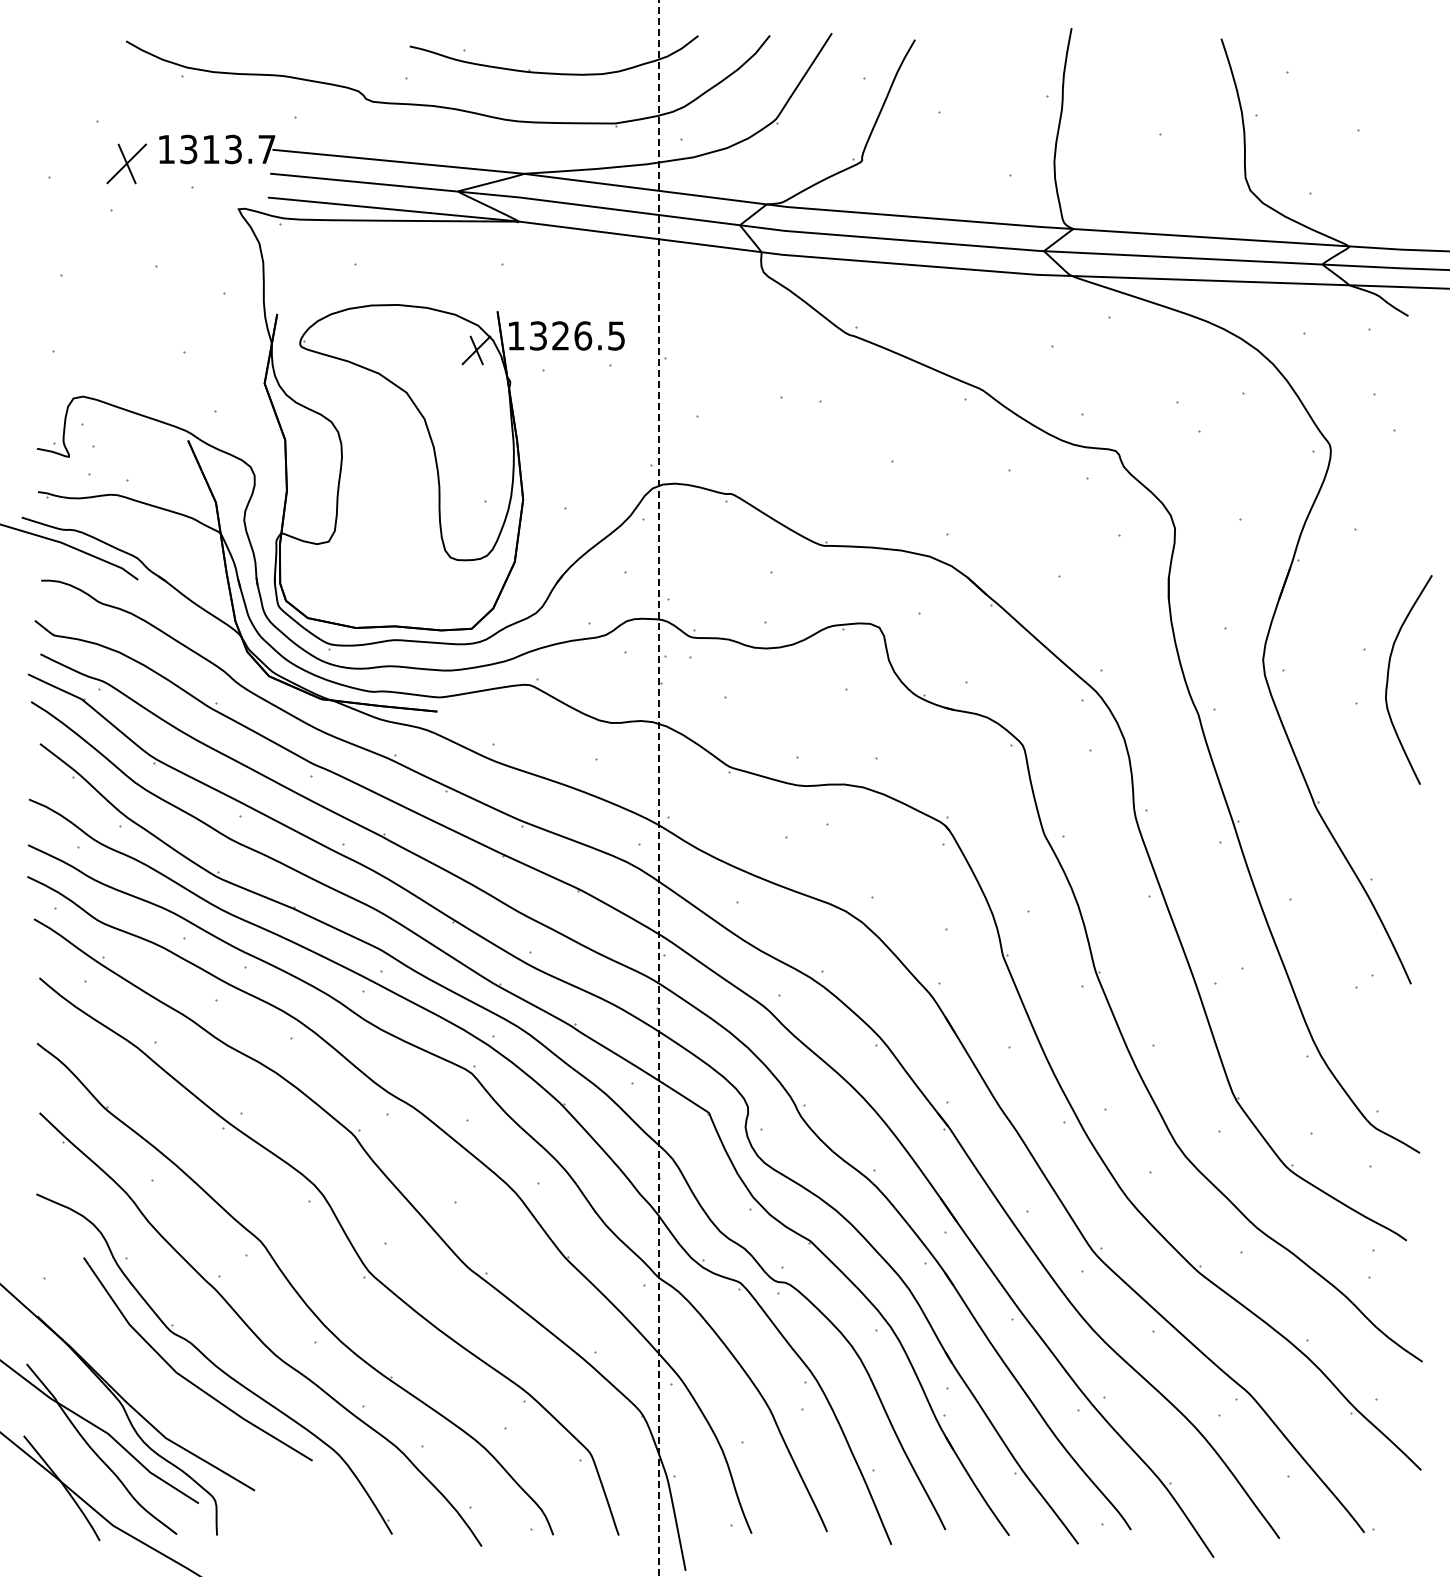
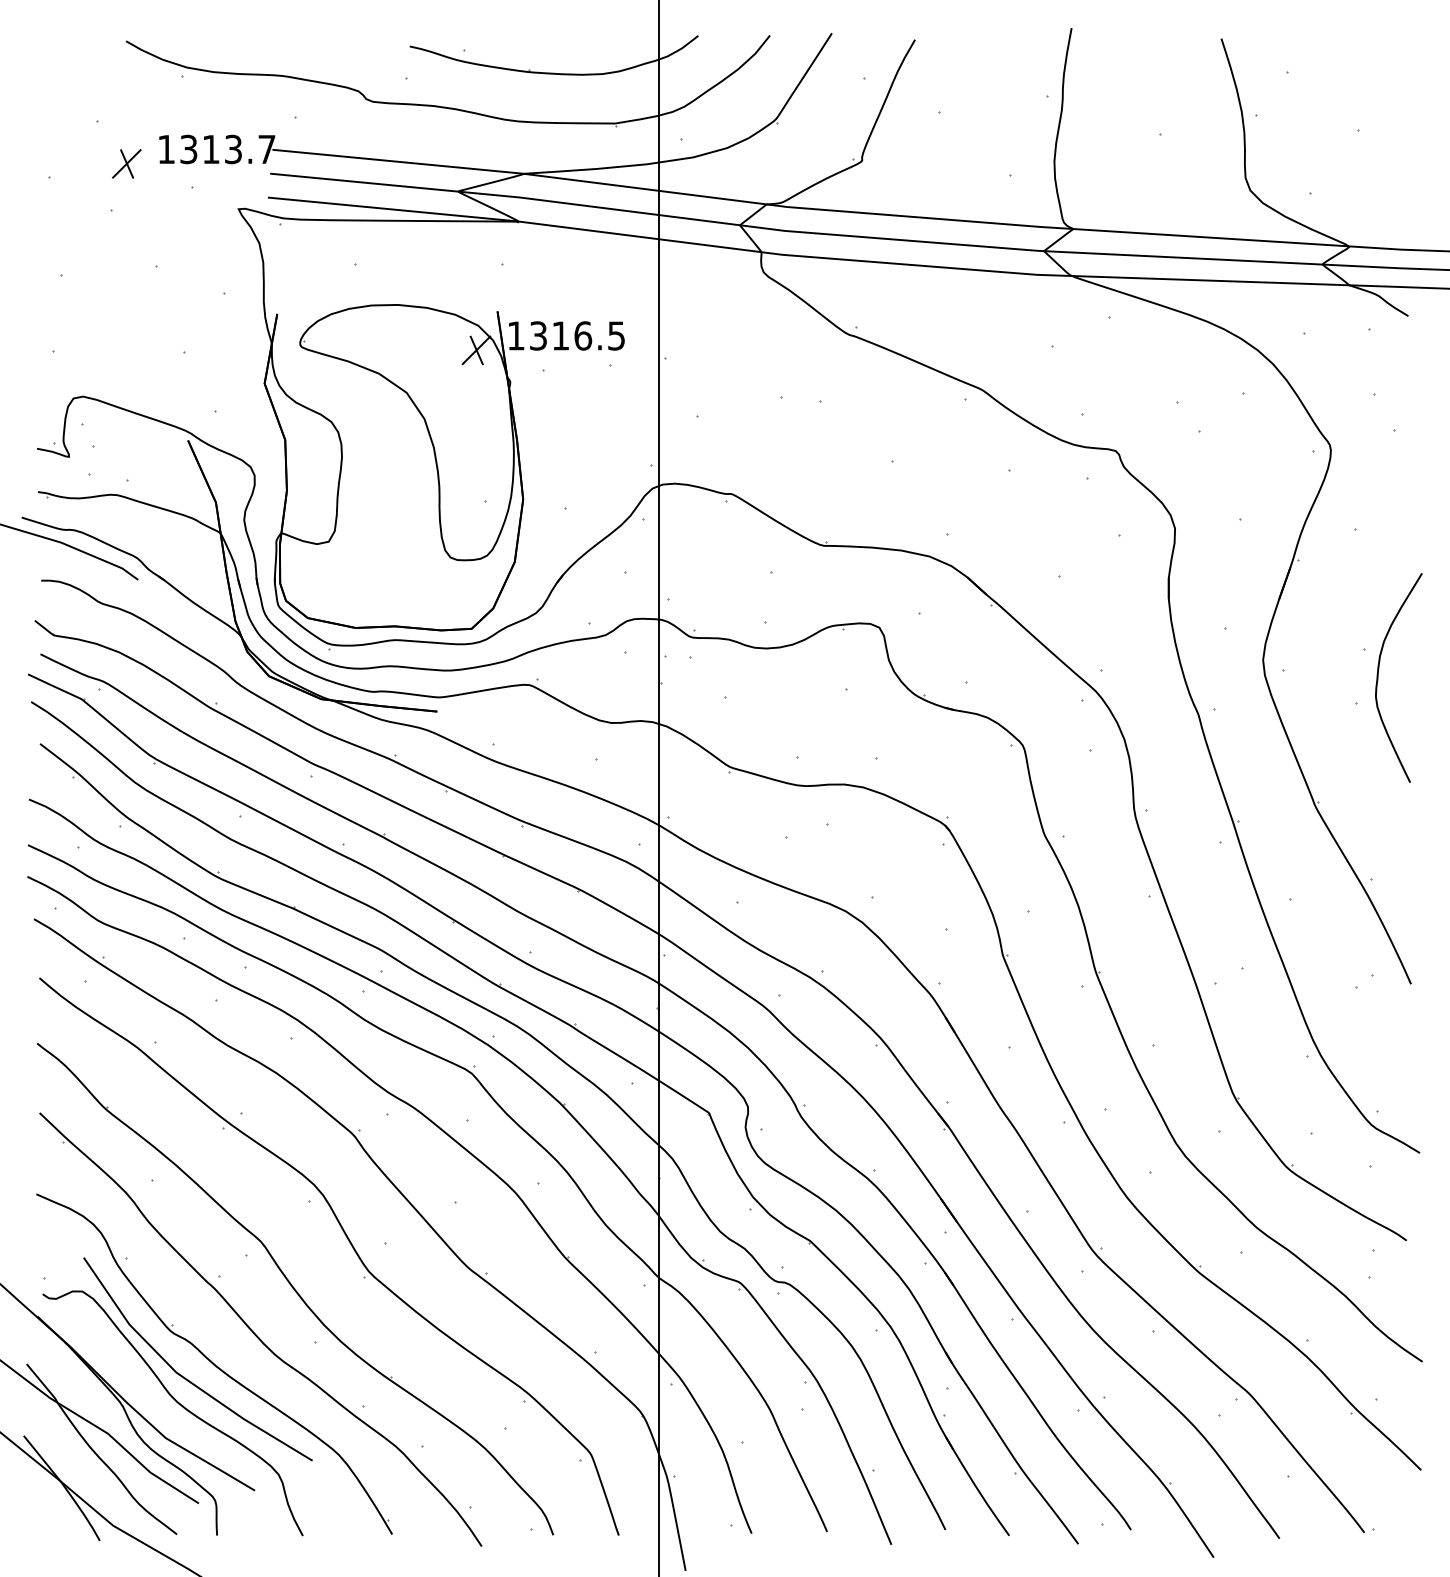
part at (126, 163) size: 42x42 px -> 30x30 px
text at (560, 335): 1326.5 -> 1316.5
curve at (1388, 679) position: (1388, 679) -> (1378, 677)
line at (659, 787): dashed -> solid
curve at (179, 1405): none -> present
